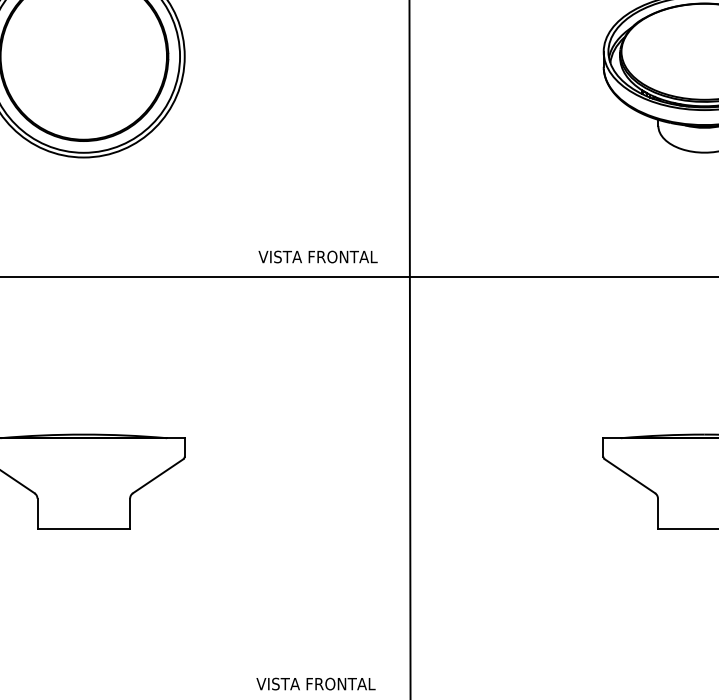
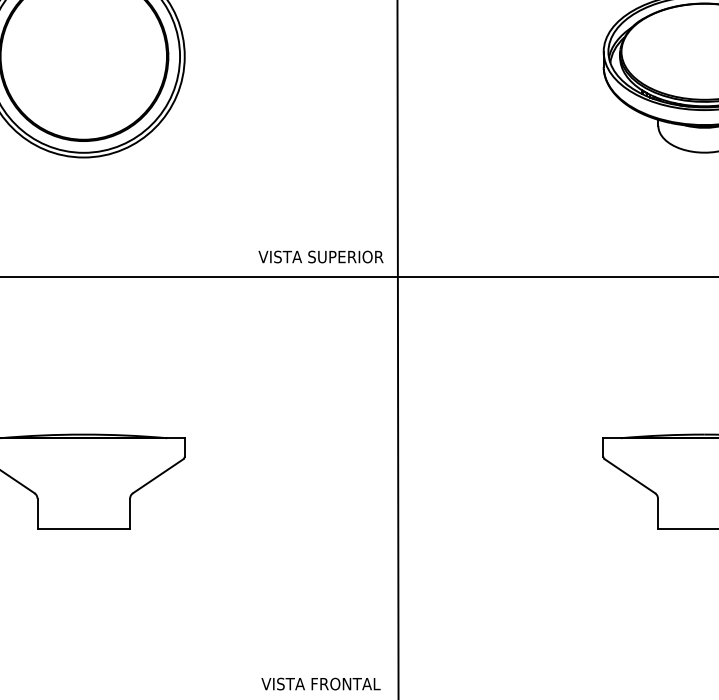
text at (345, 256): VISTA FRONTAL -> VISTA SUPERIOR
line at (409, 349) position: (409, 349) -> (397, 349)
text at (315, 683) position: (315, 683) -> (320, 683)
